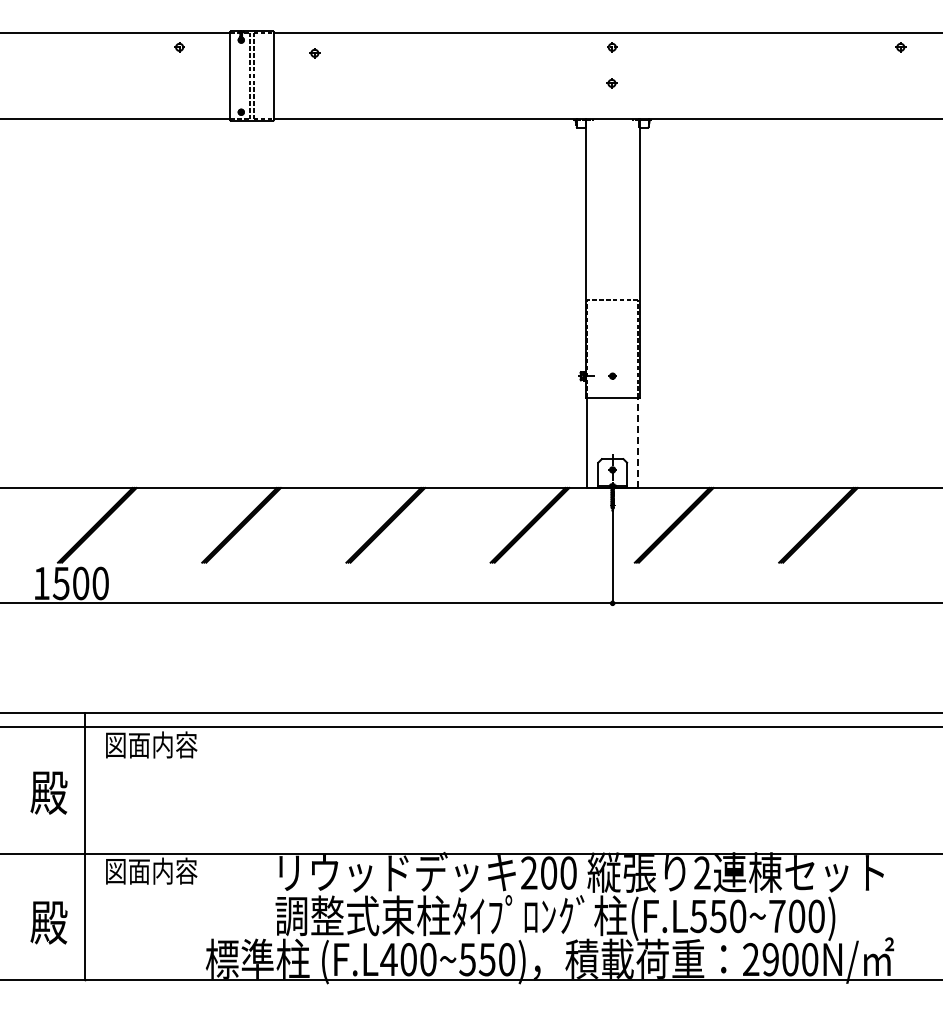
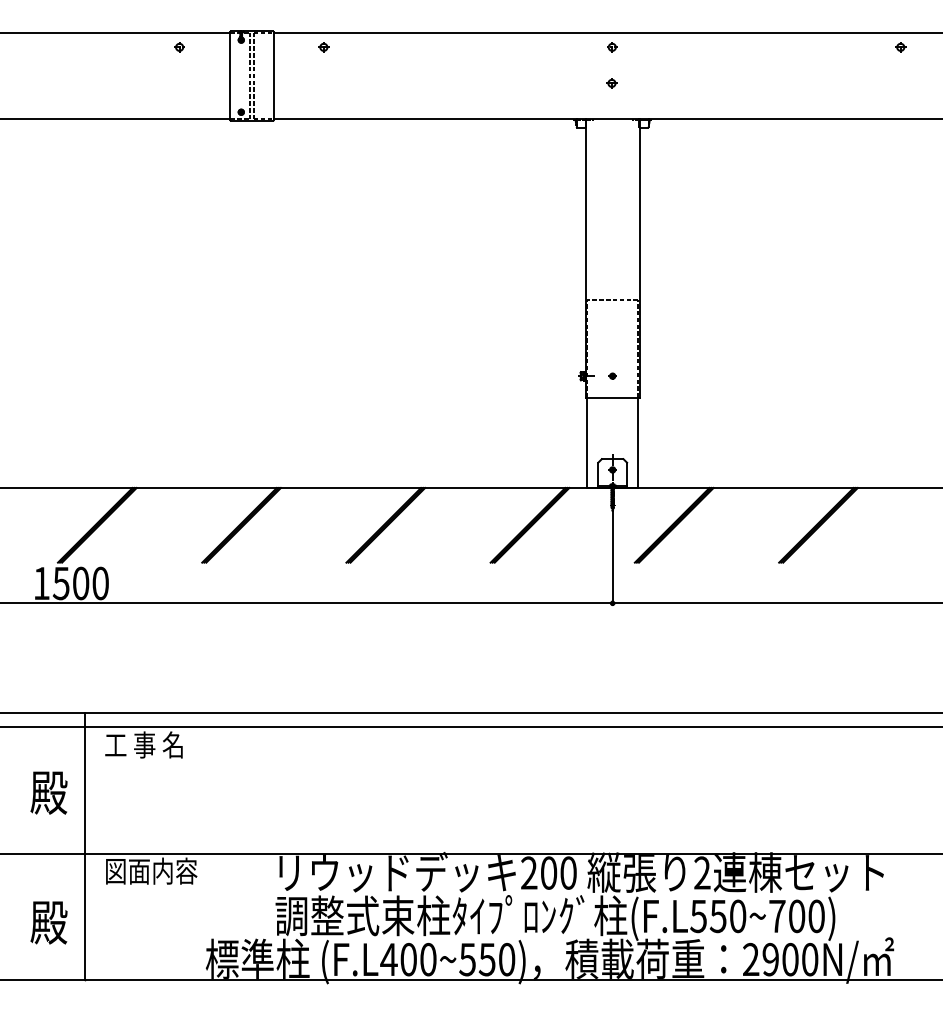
part at (314, 53) position: (314, 53) -> (323, 47)
line at (638, 442): dashed -> solid
text at (151, 744): 図面内容 -> 工 事 名
